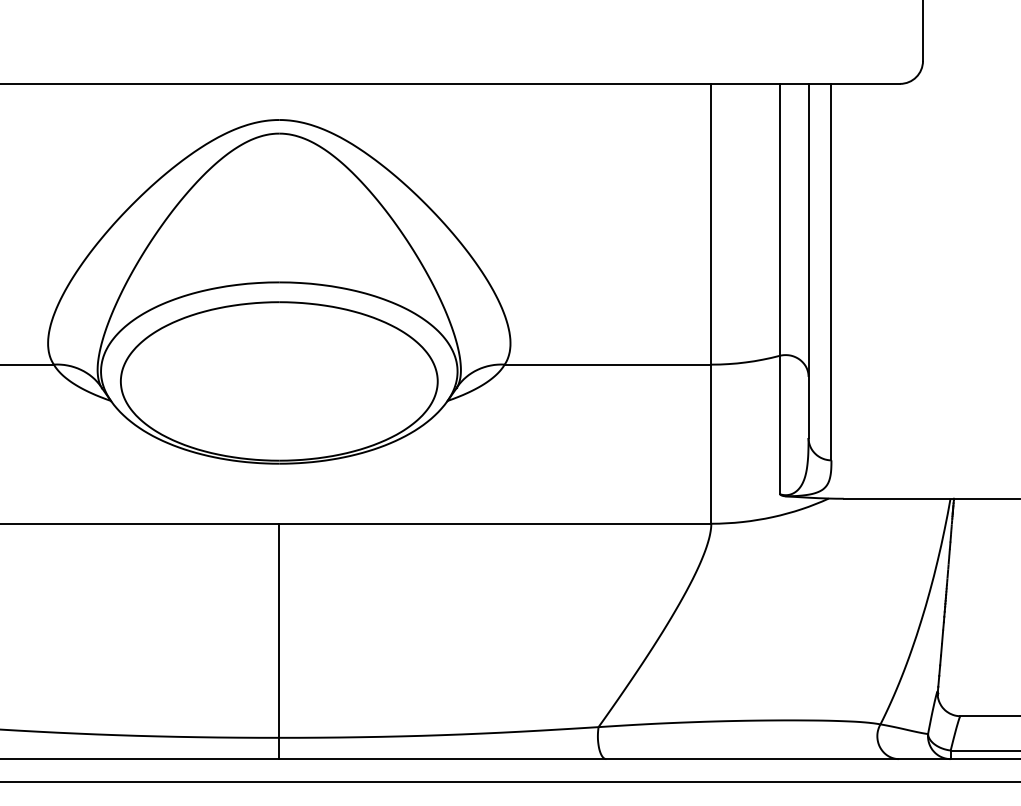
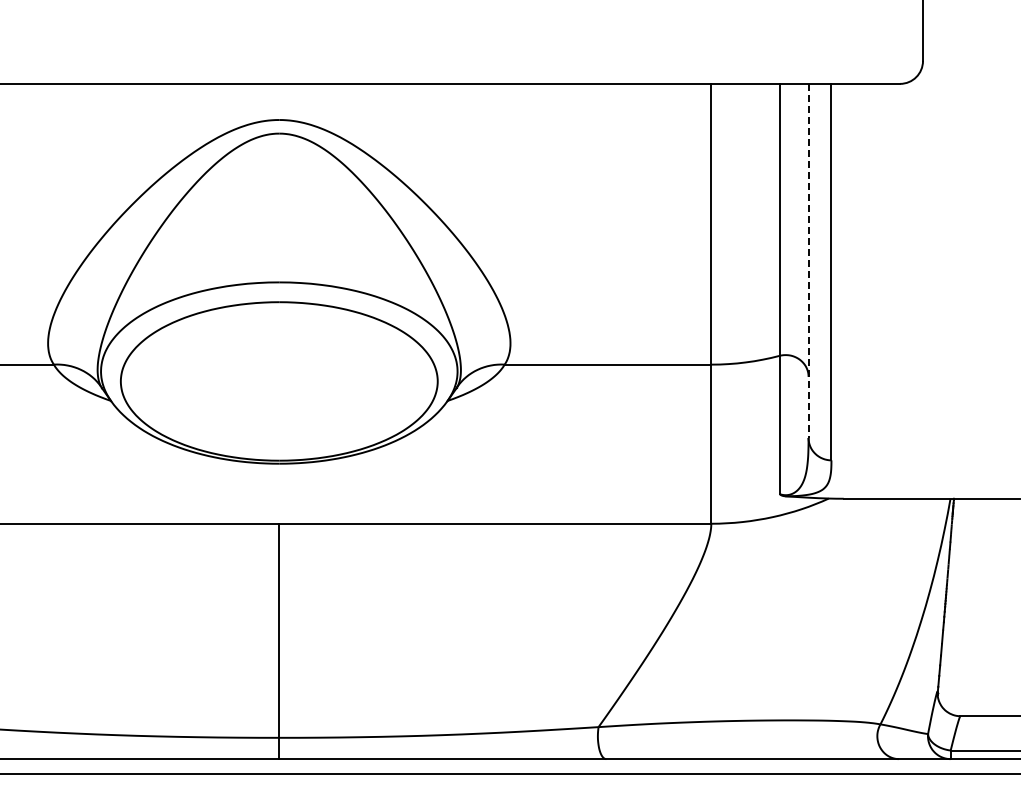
line at (808, 261): solid -> dashed
line at (509, 782) position: (509, 782) -> (509, 774)
